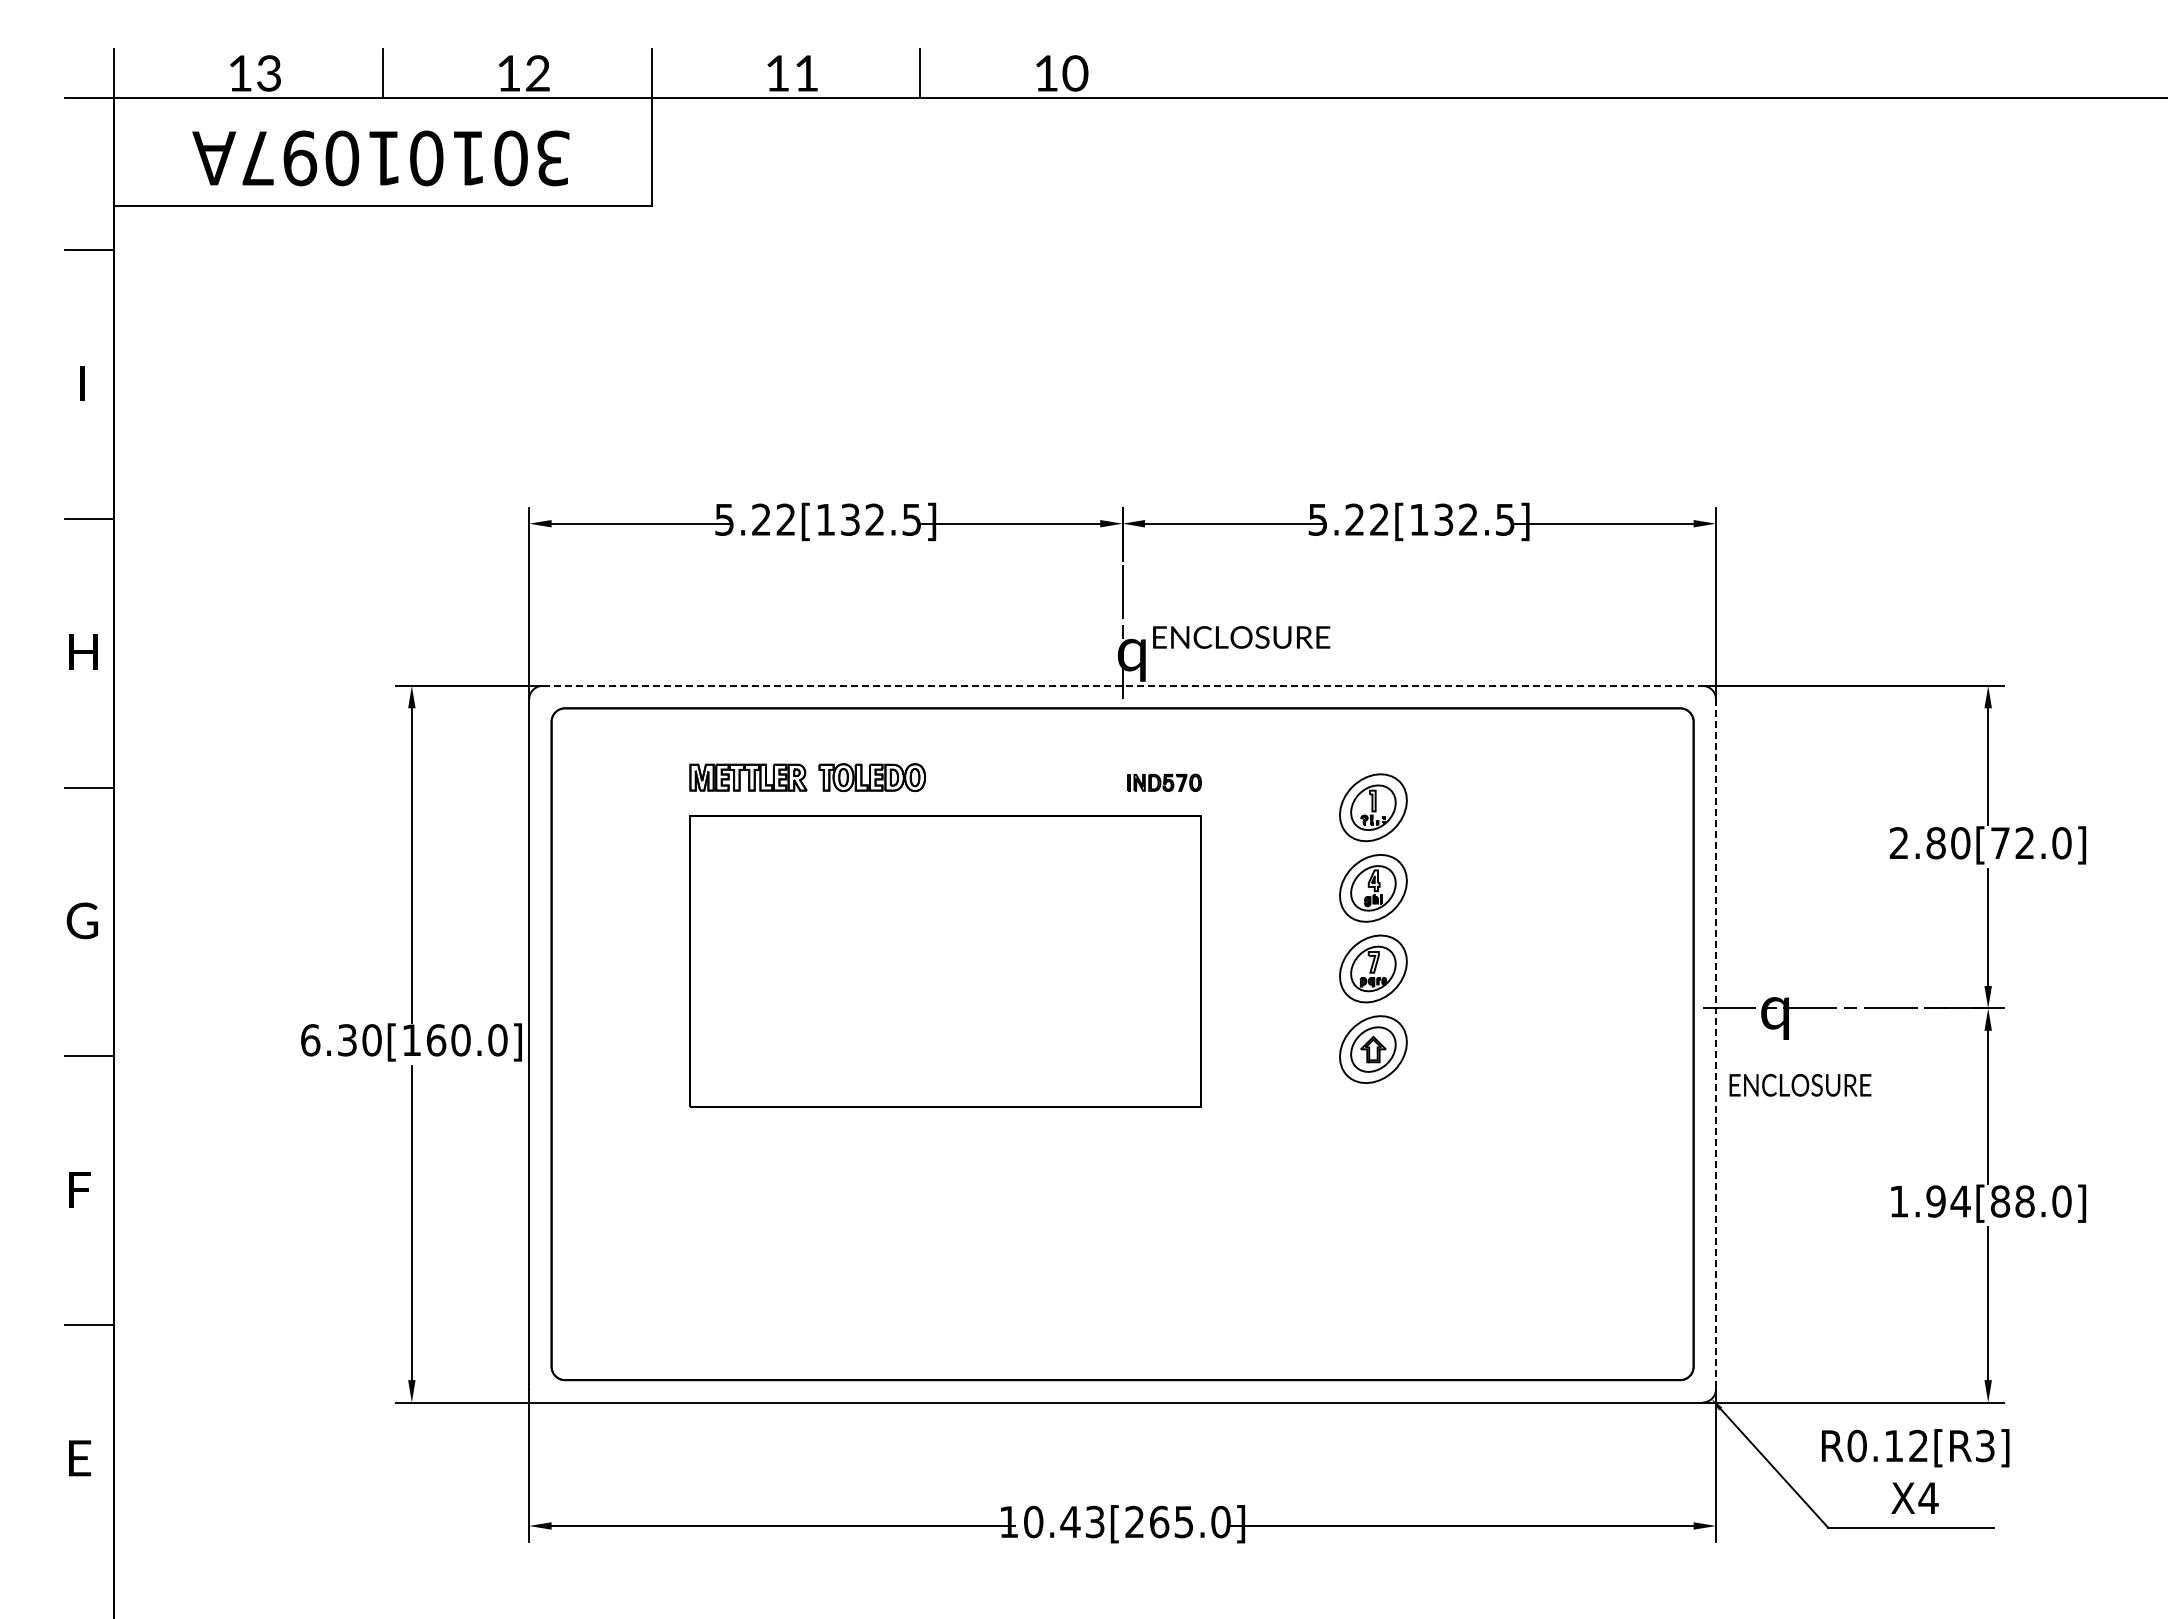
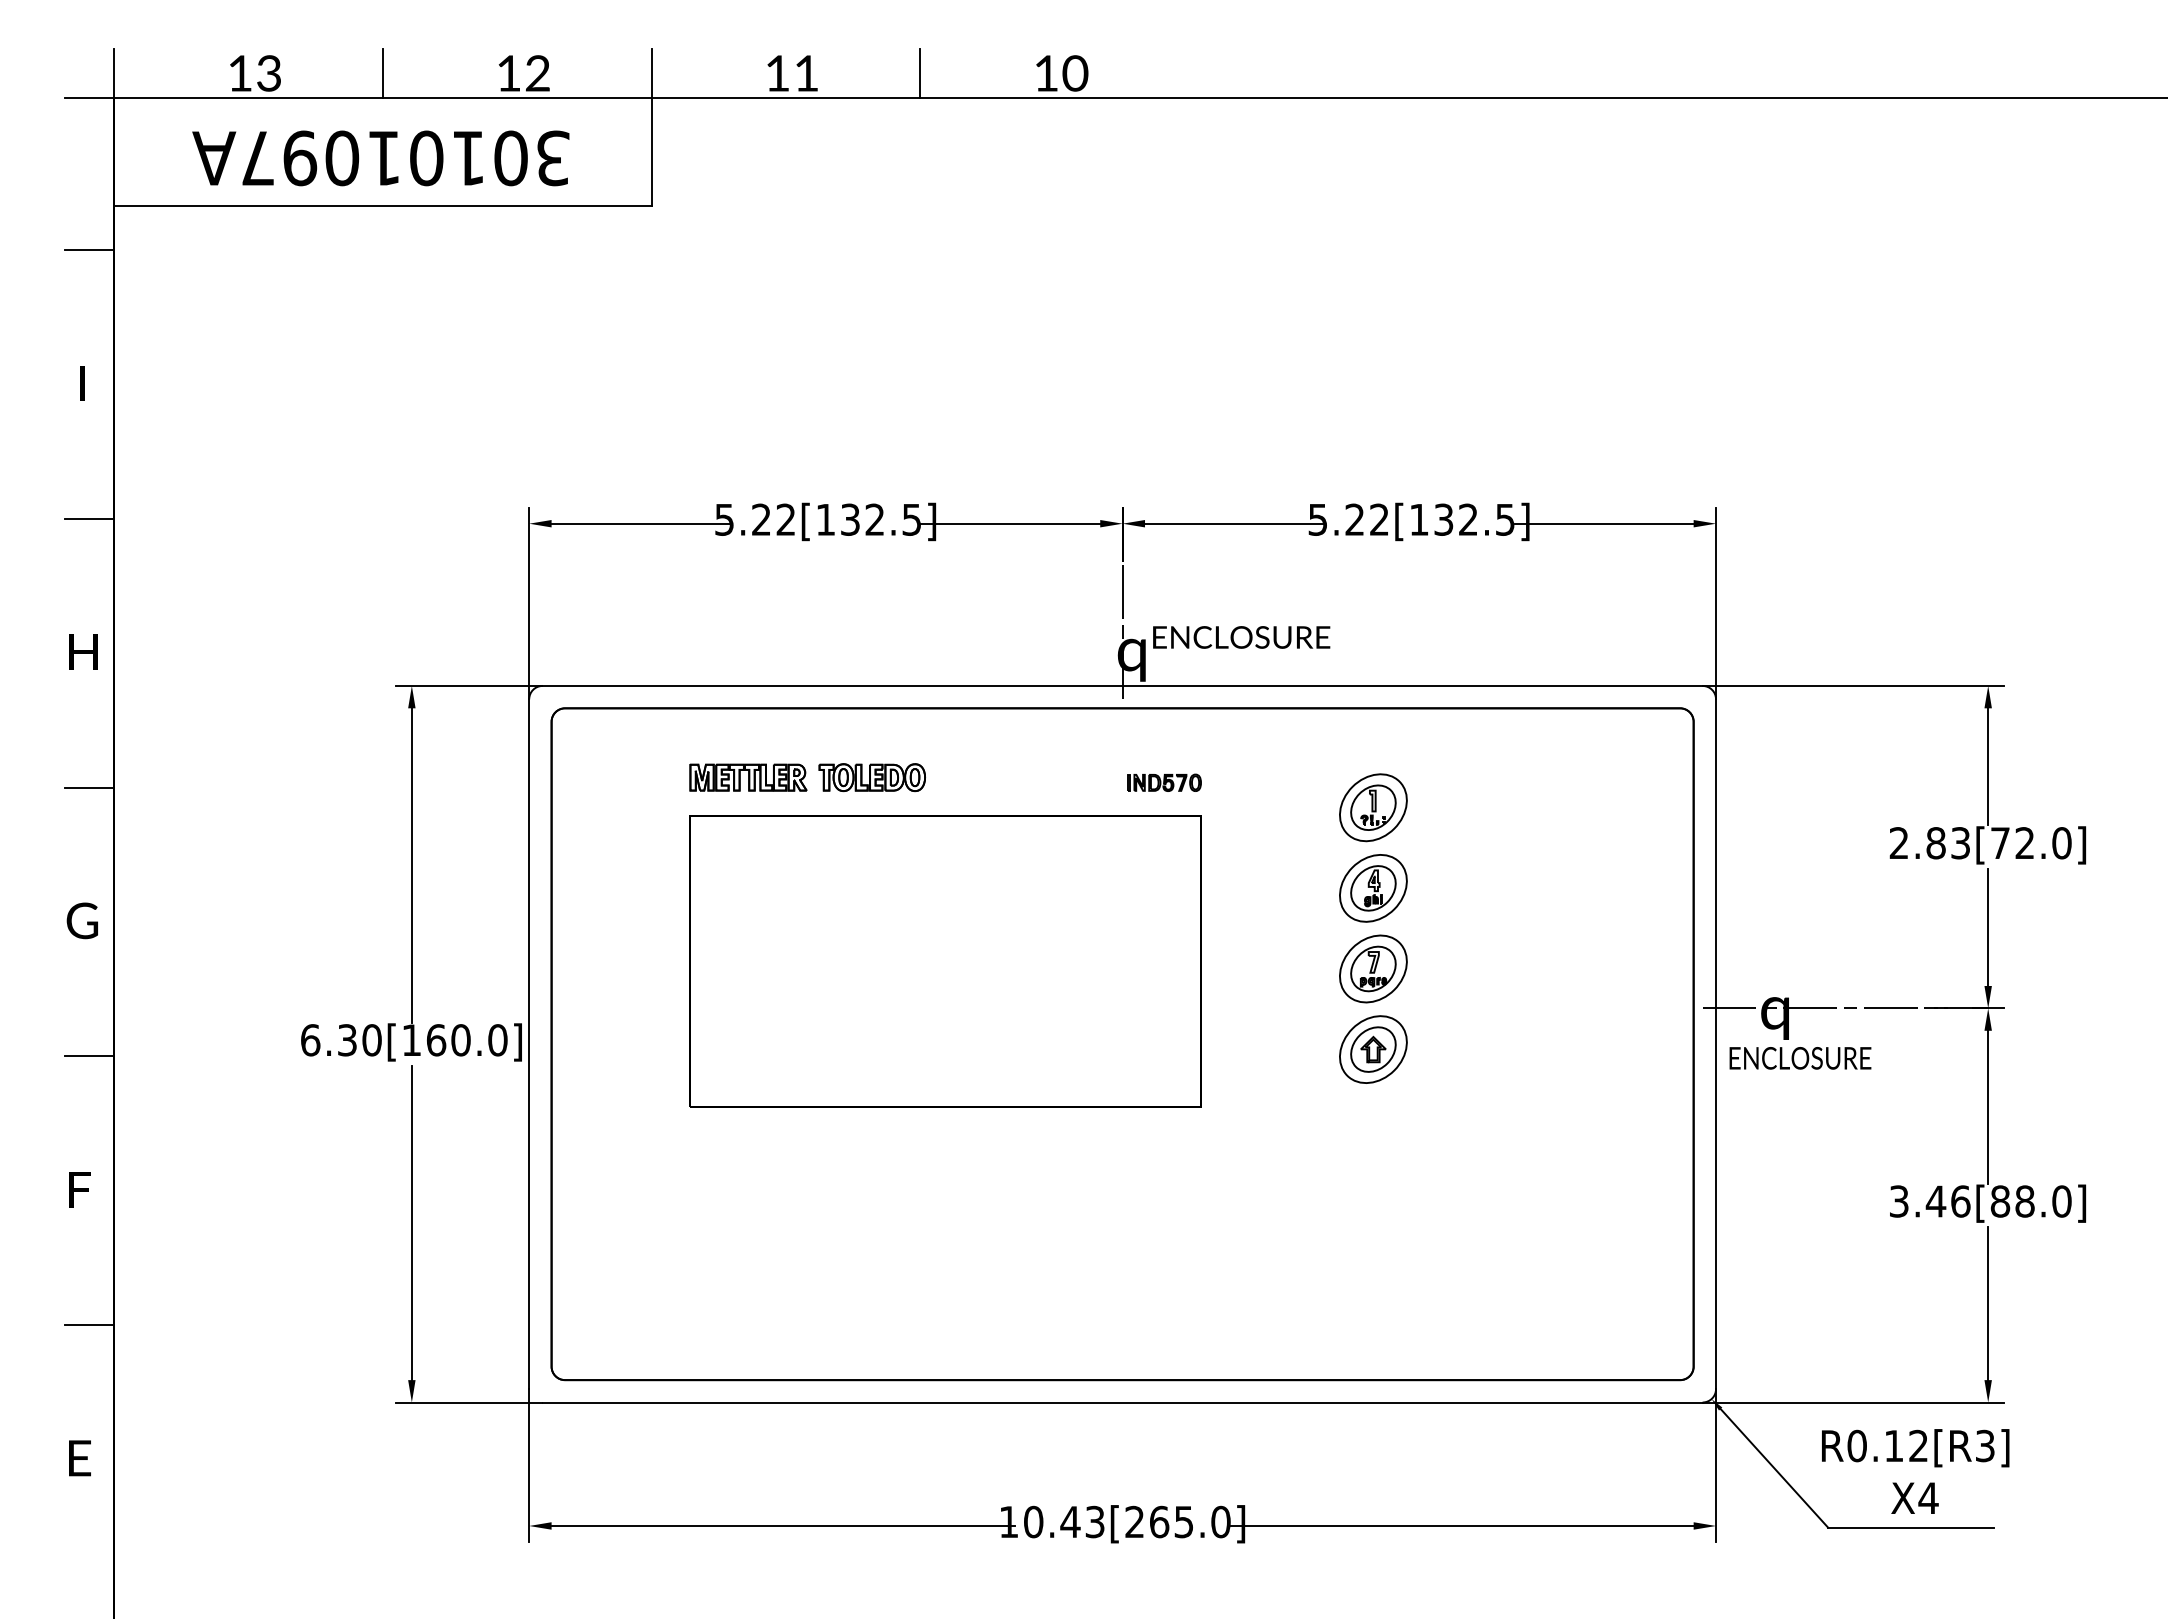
line at (1122, 685): dashed -> solid
text at (1960, 843): 2.80[72.0] -> 2.83[72.0]
line at (1716, 1044): dashed -> solid
text at (1800, 1085) position: (1800, 1085) -> (1800, 1058)
text at (1930, 1201): 1.94[88.0] -> 3.46[88.0]
